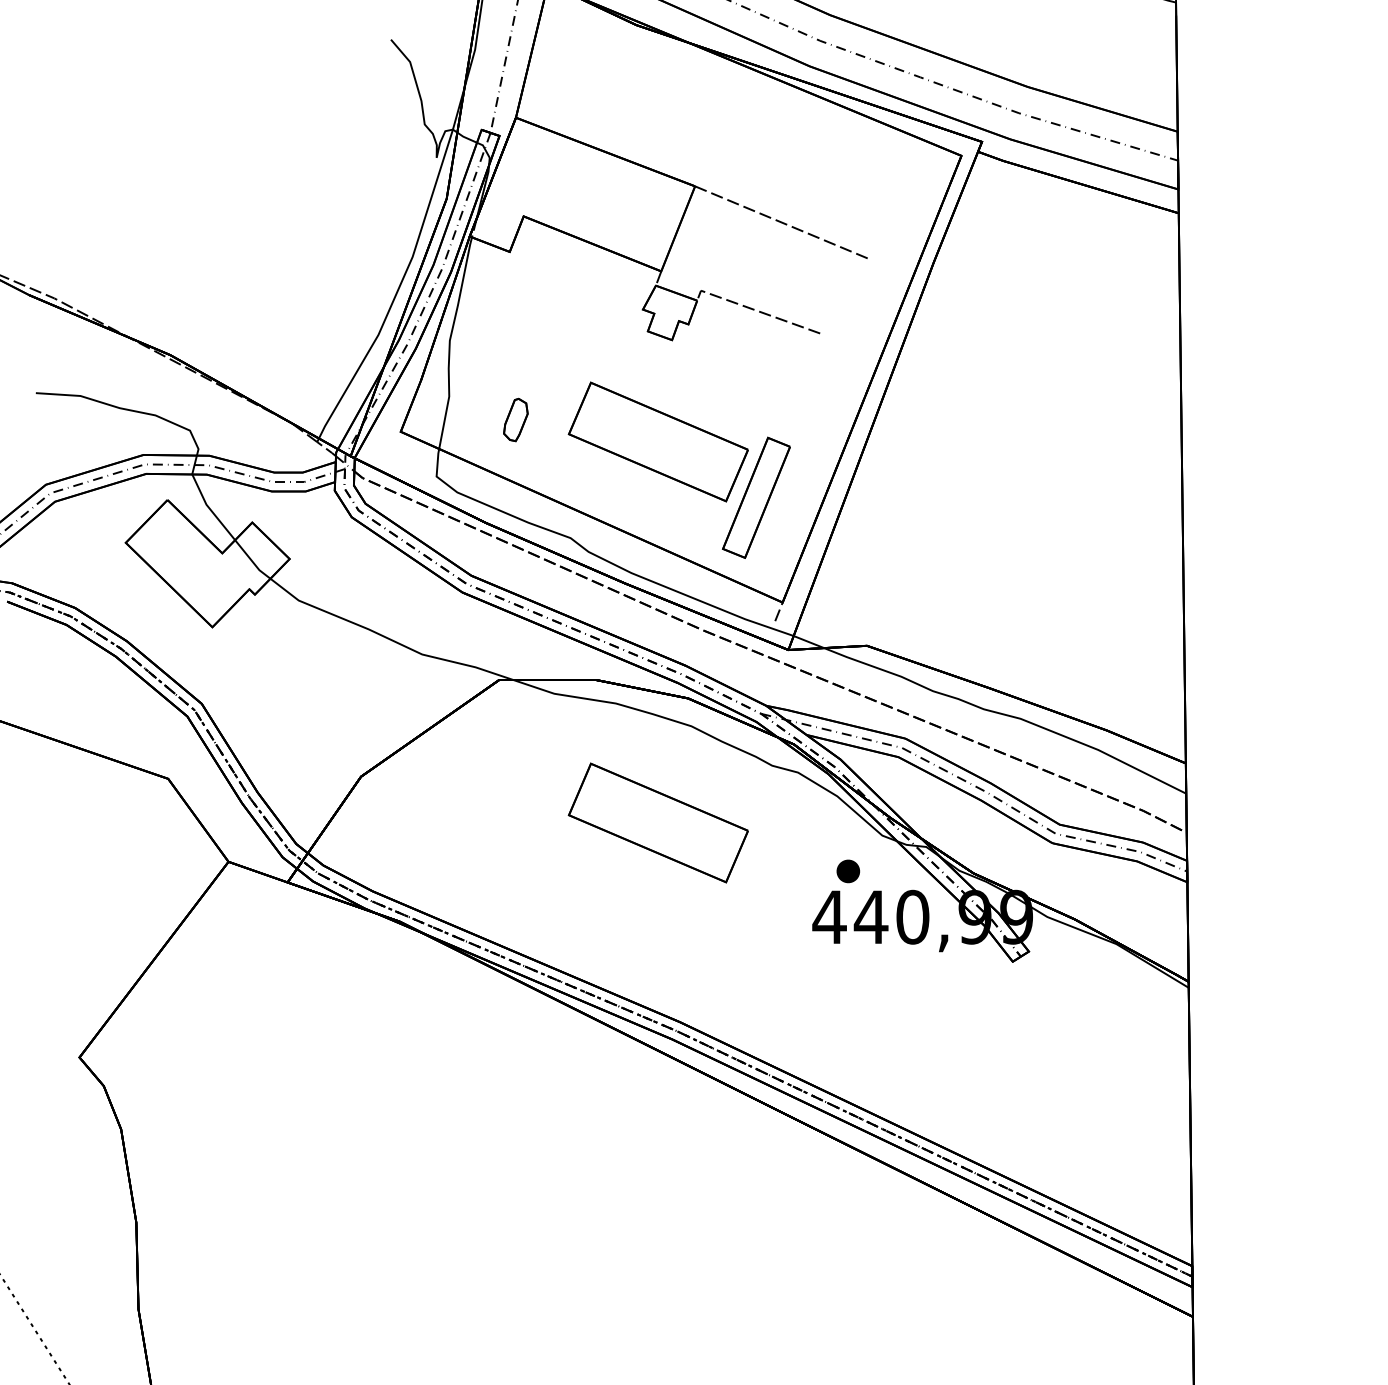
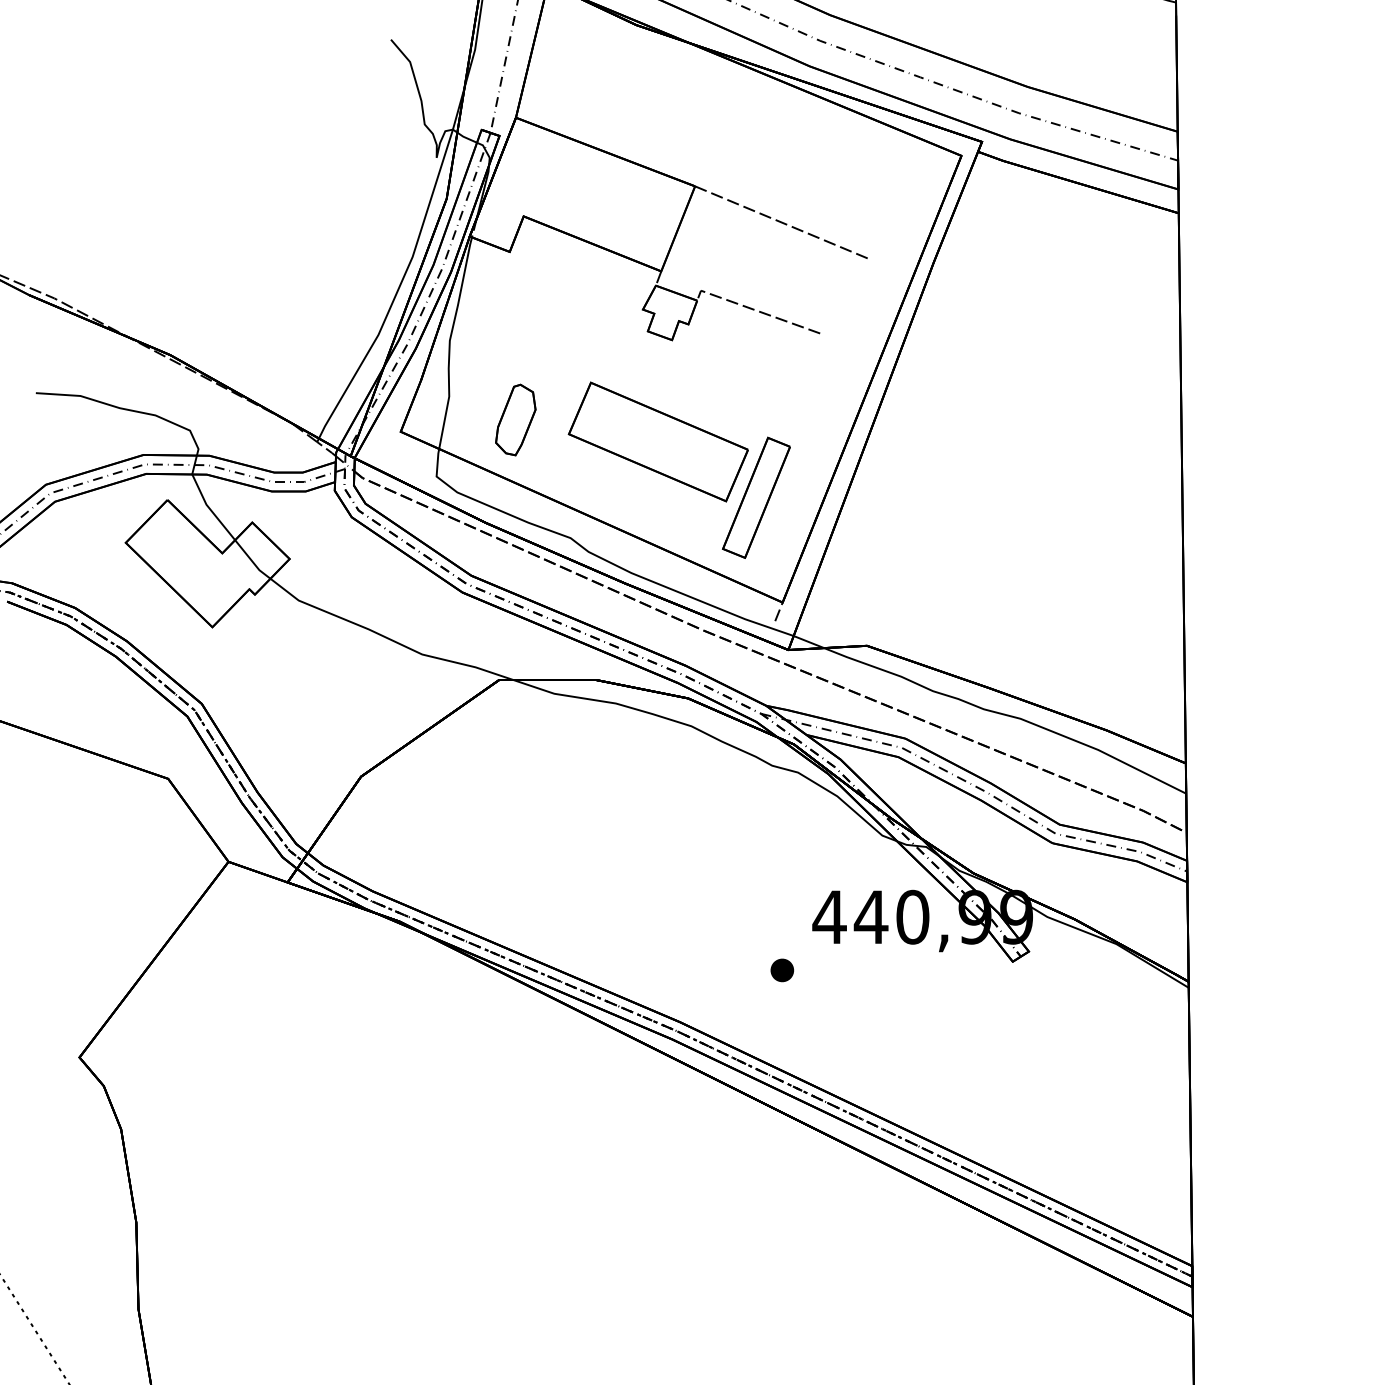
part at (515, 419) size: 26x46 px -> 42x74 px
part at (657, 822): present -> none
part at (848, 871) position: (848, 871) -> (782, 970)
